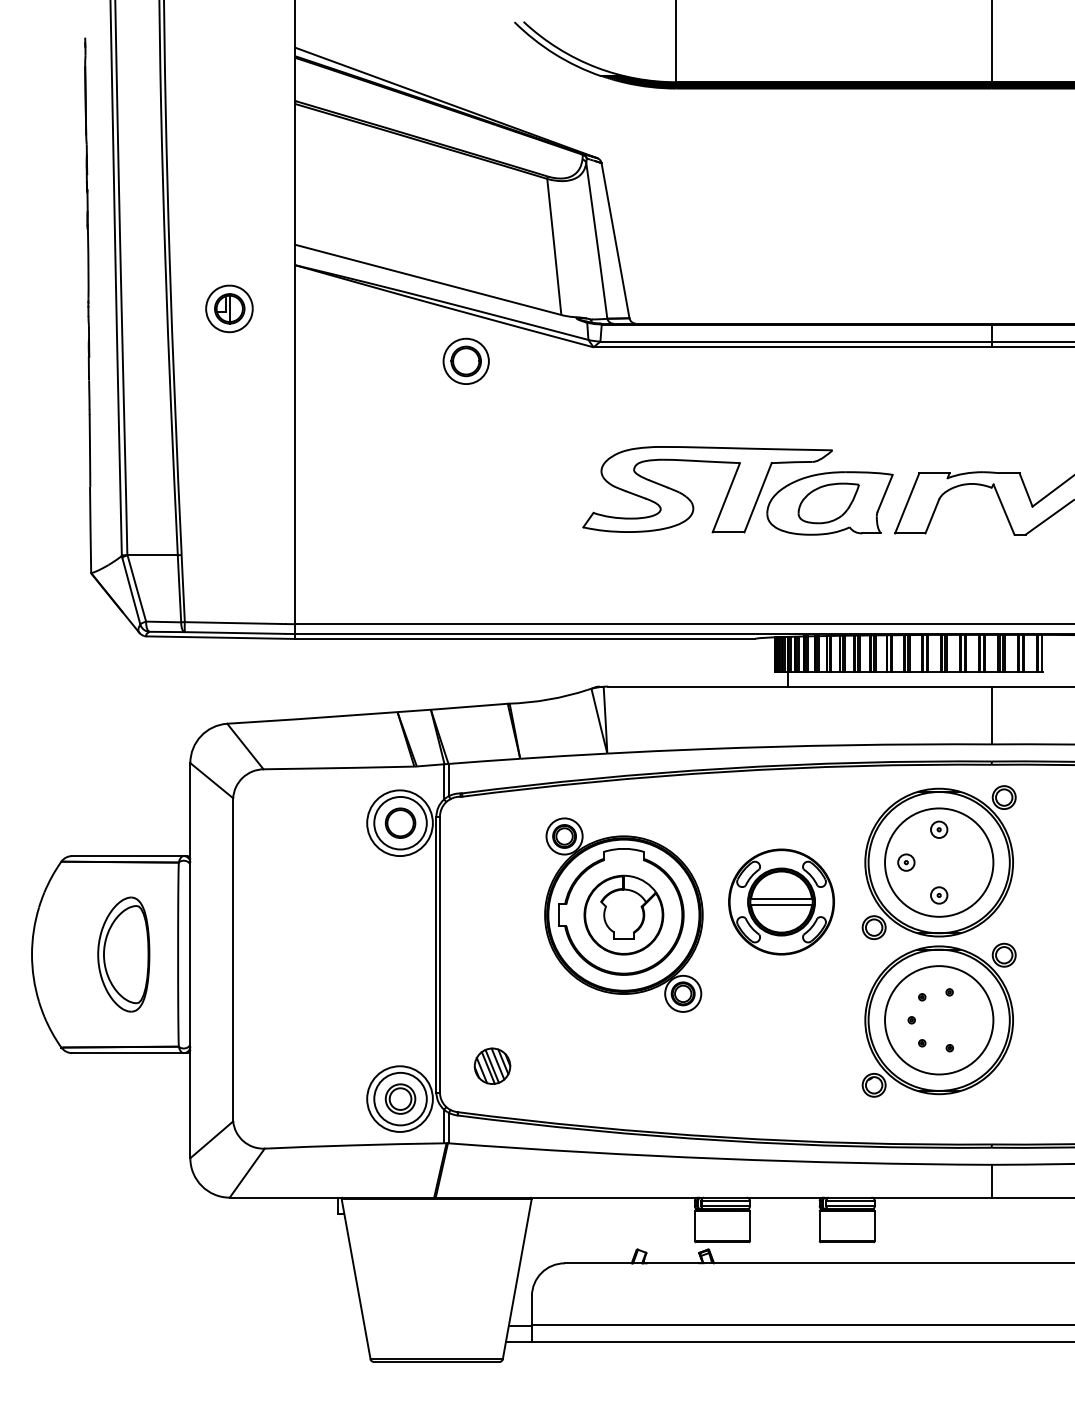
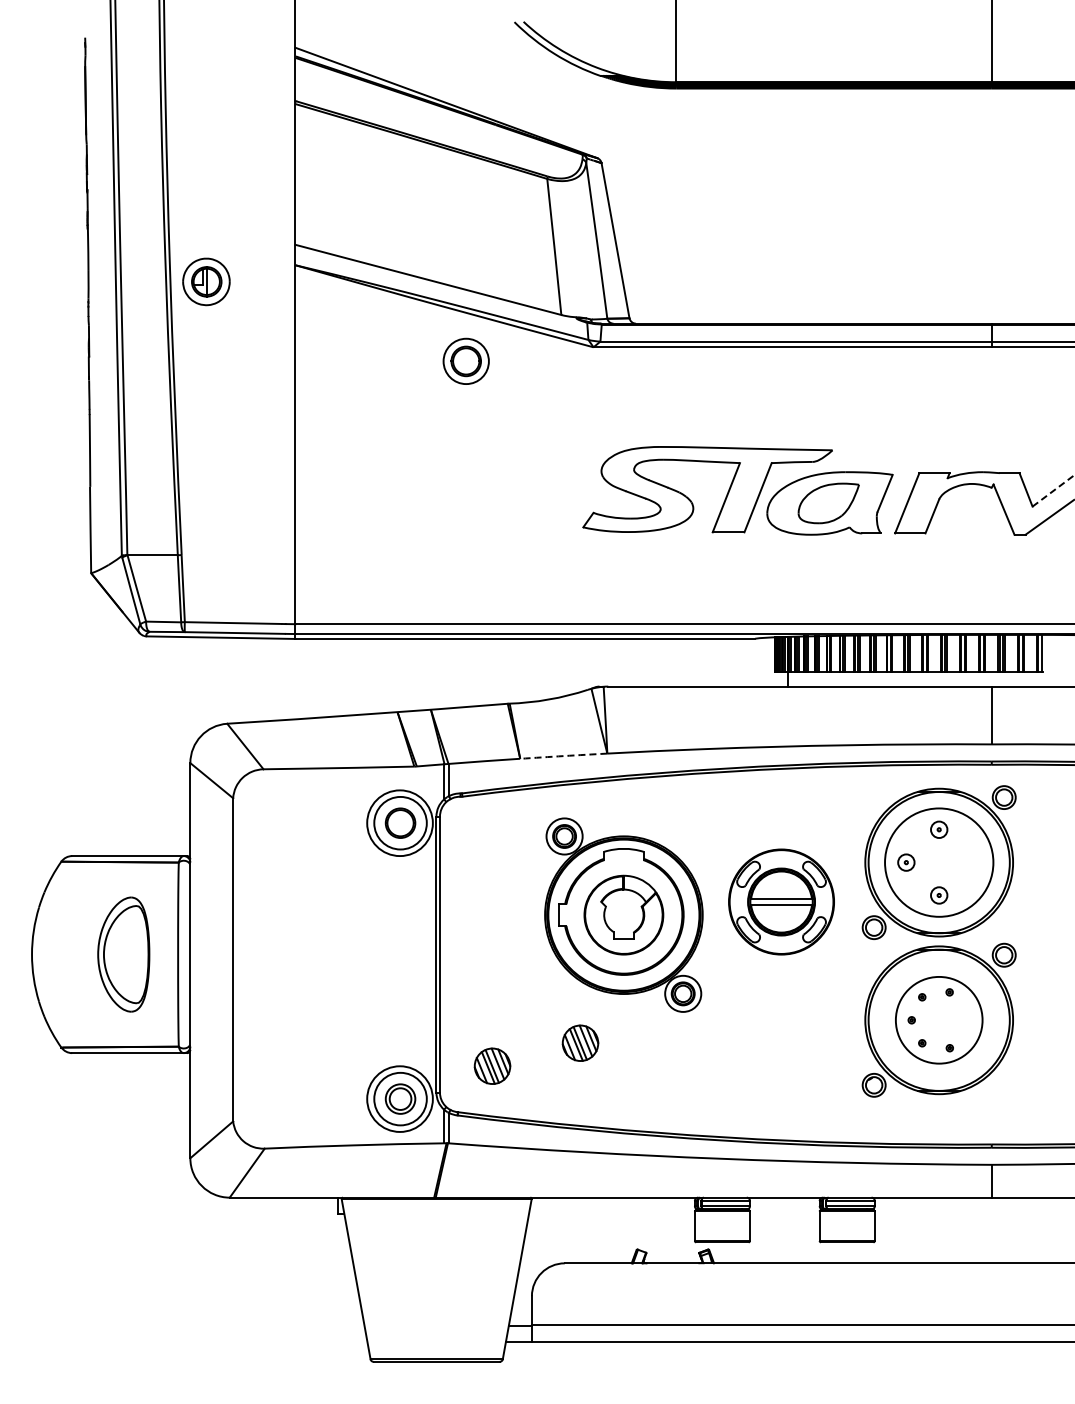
part at (229, 308) position: (229, 308) -> (206, 281)
line at (1054, 490): solid -> dashed
arc at (563, 756): solid -> dashed
circle at (939, 1020) diameter: 108 px -> 87 px
part at (580, 1042): none -> present
